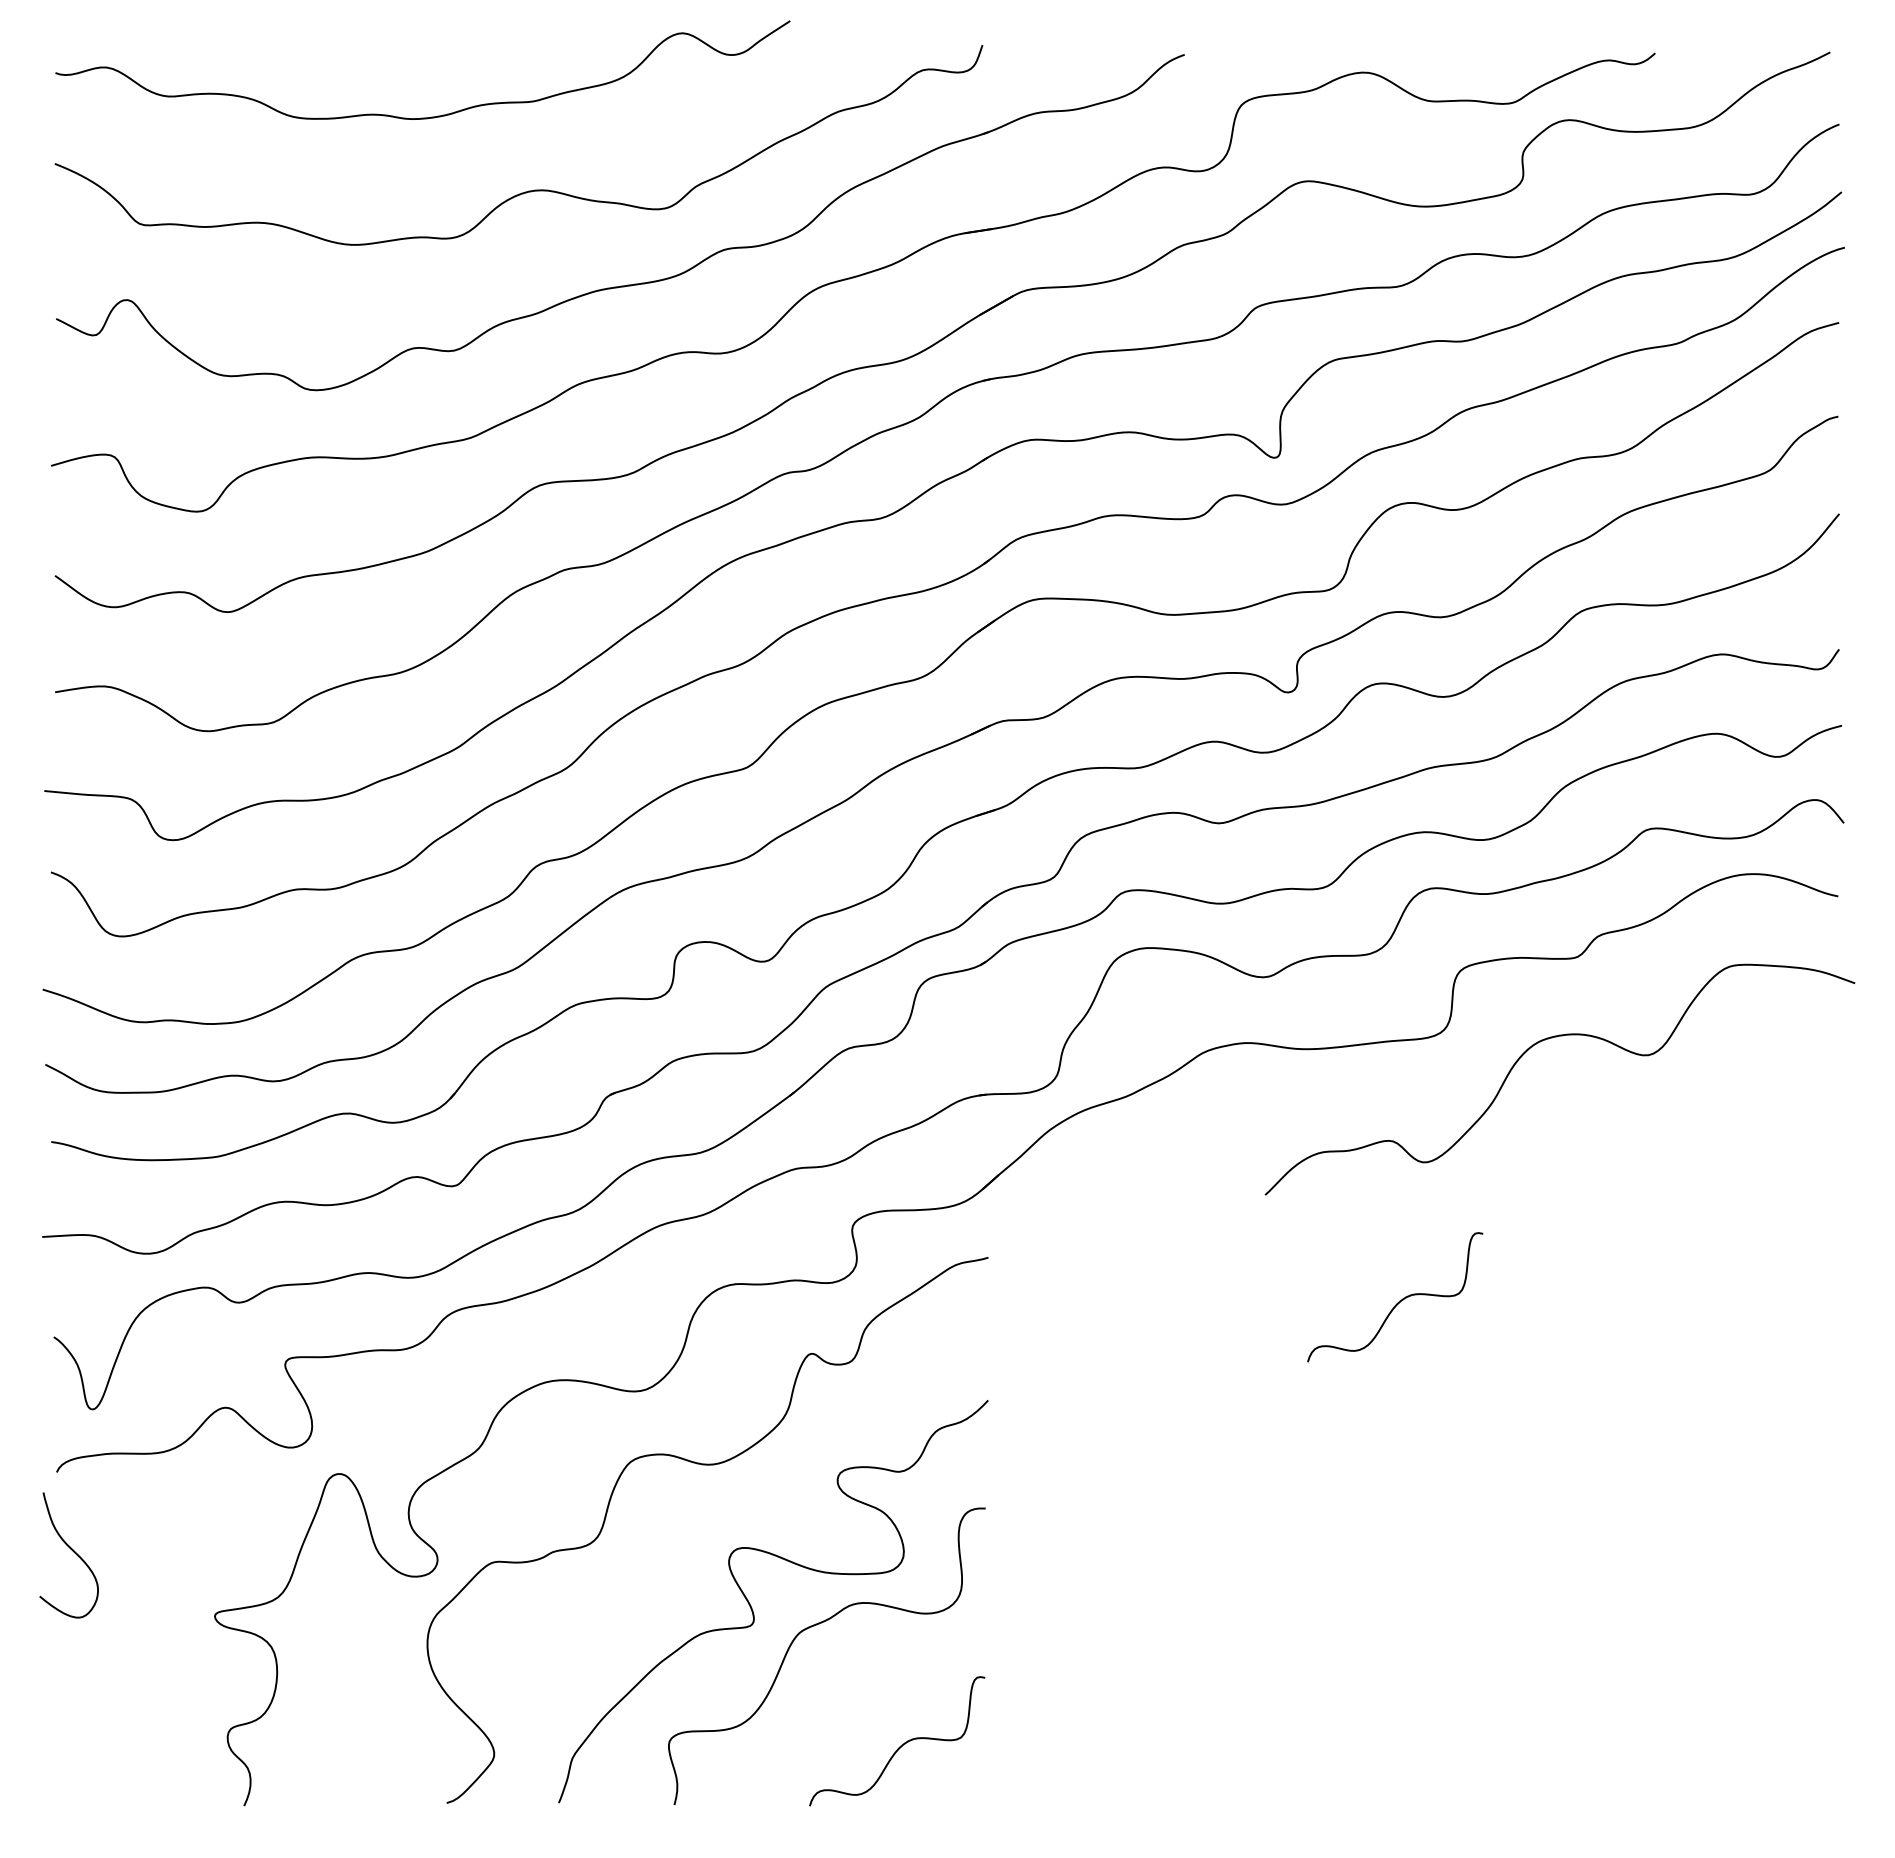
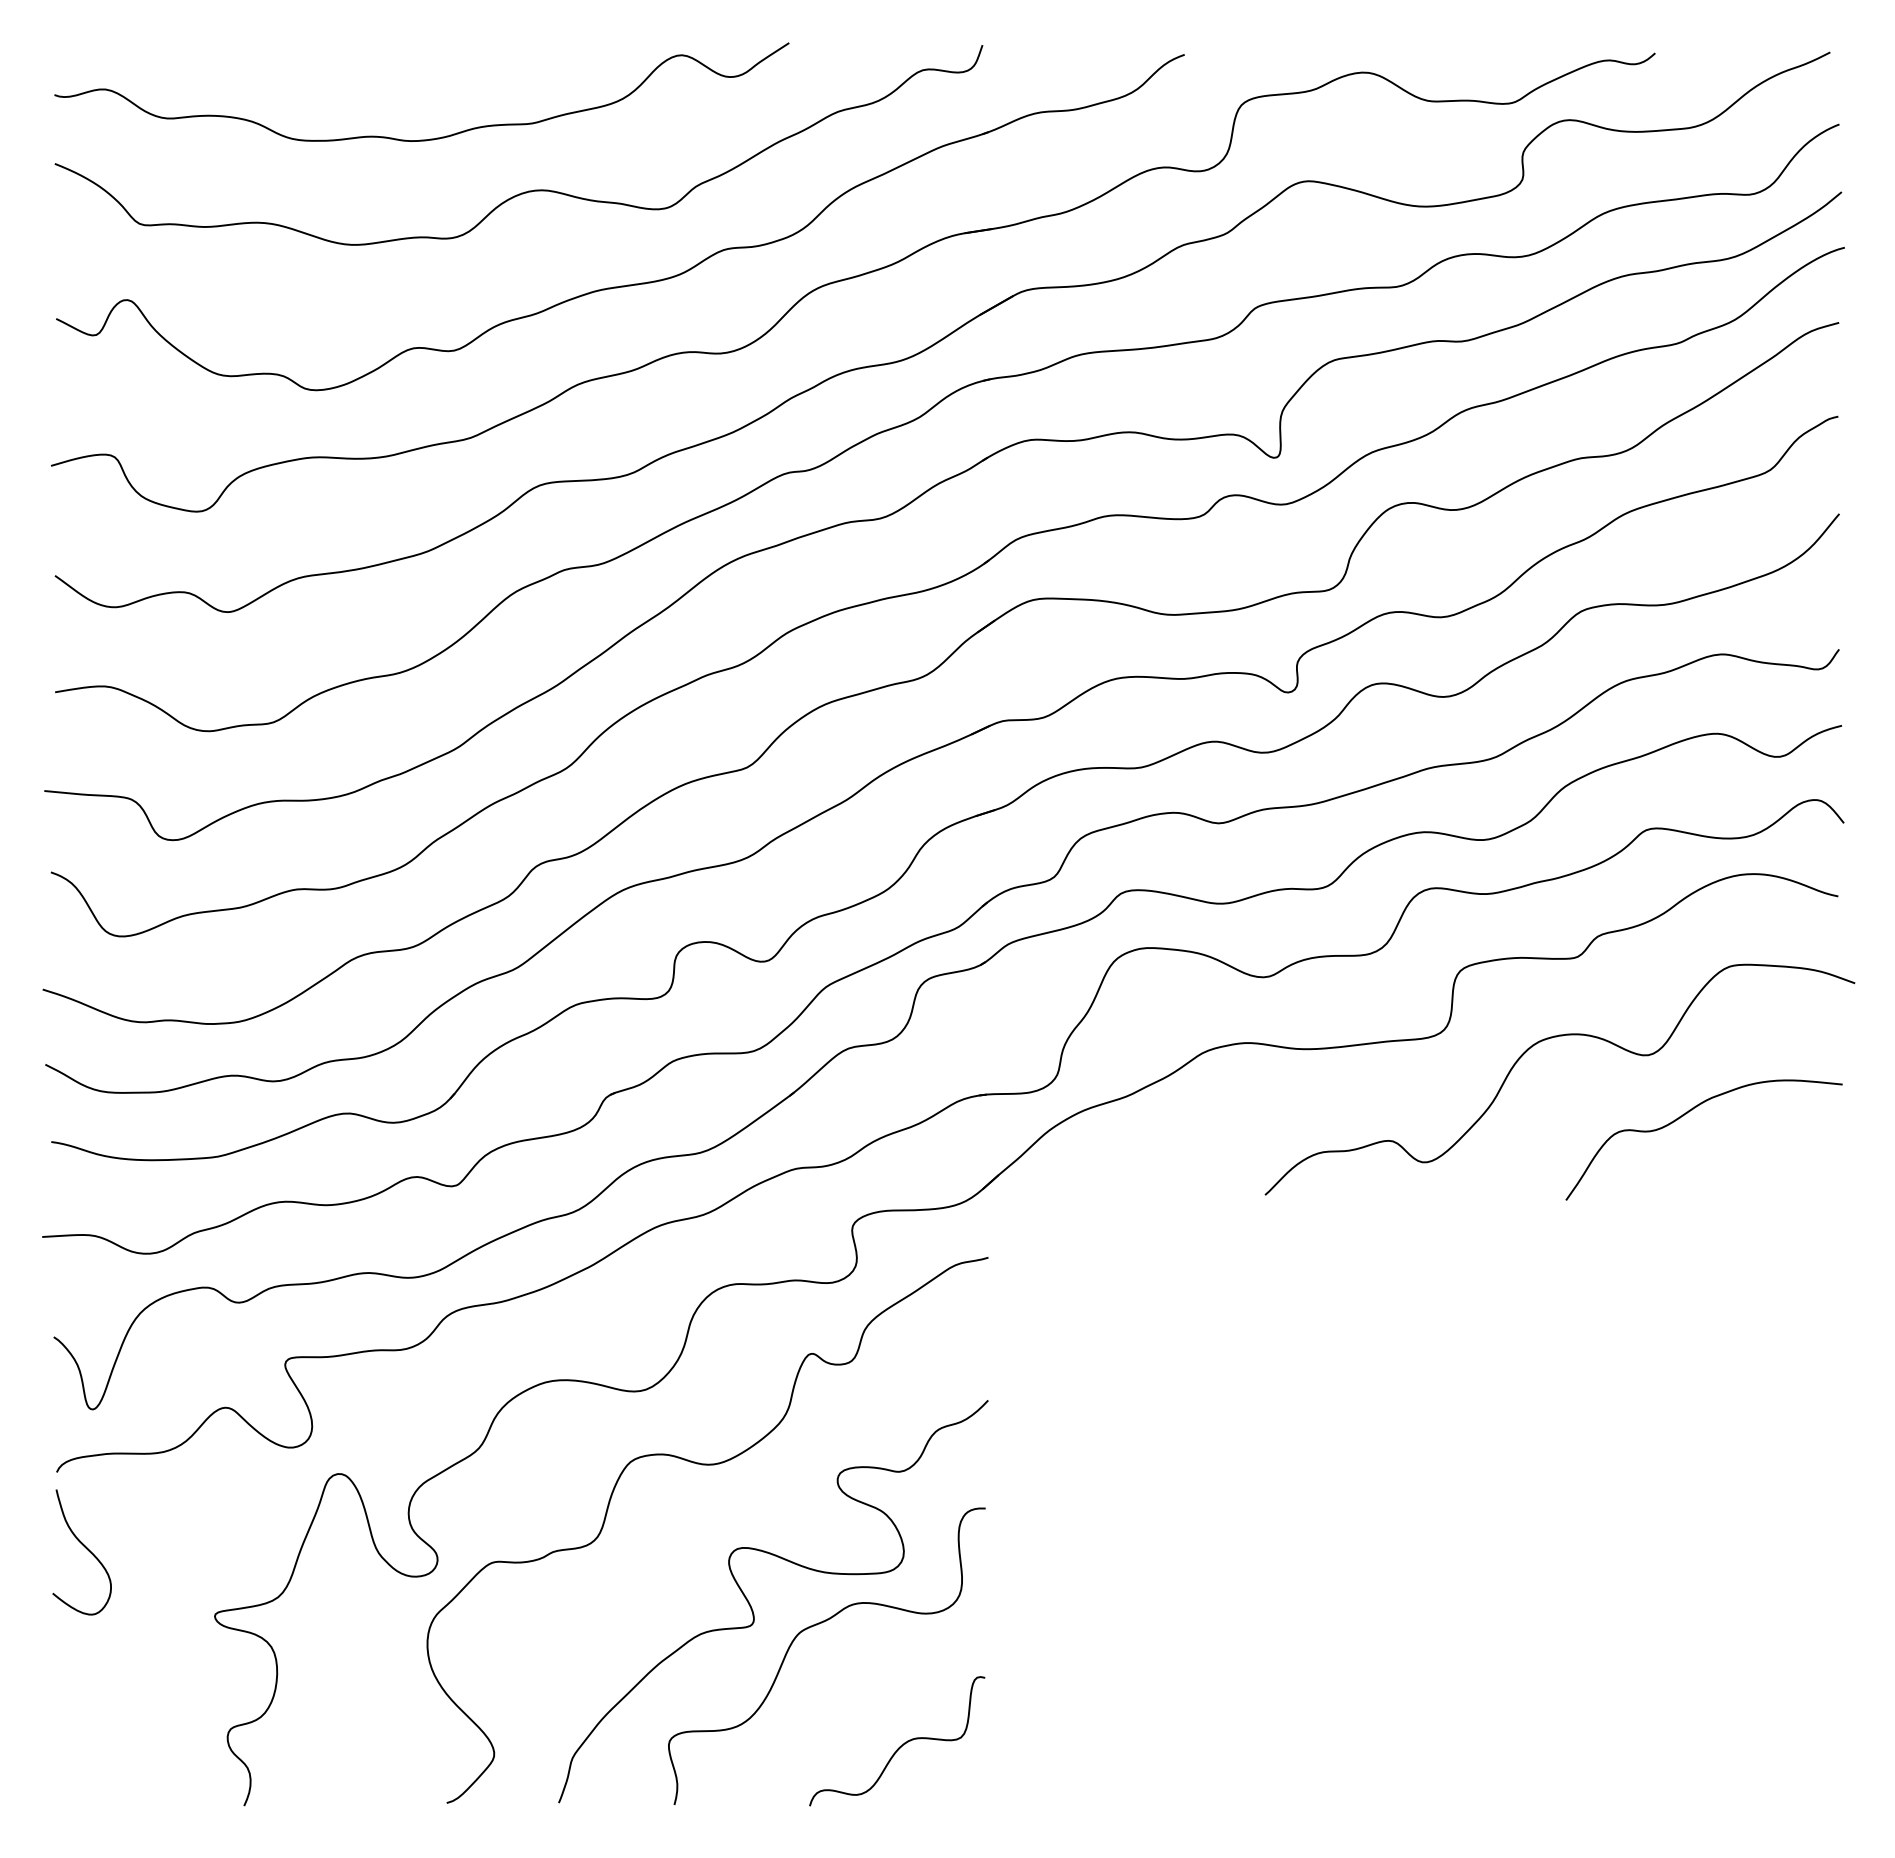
curve at (431, 116) position: (431, 116) -> (430, 138)
curve at (1686, 1114): none -> present
curve at (1398, 1301): present -> none
curve at (72, 1551) position: (72, 1551) -> (85, 1548)
